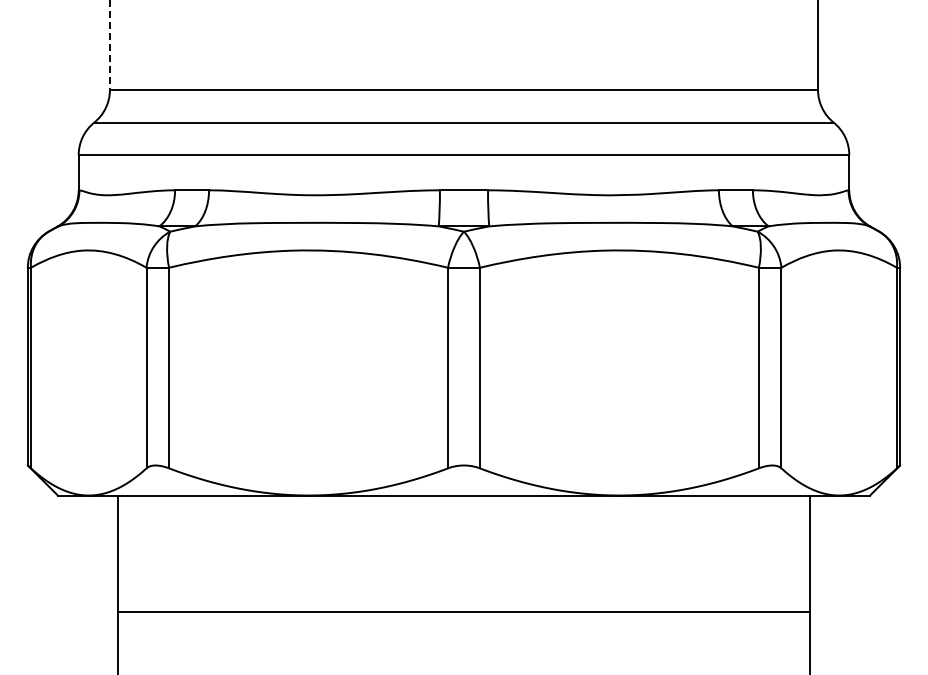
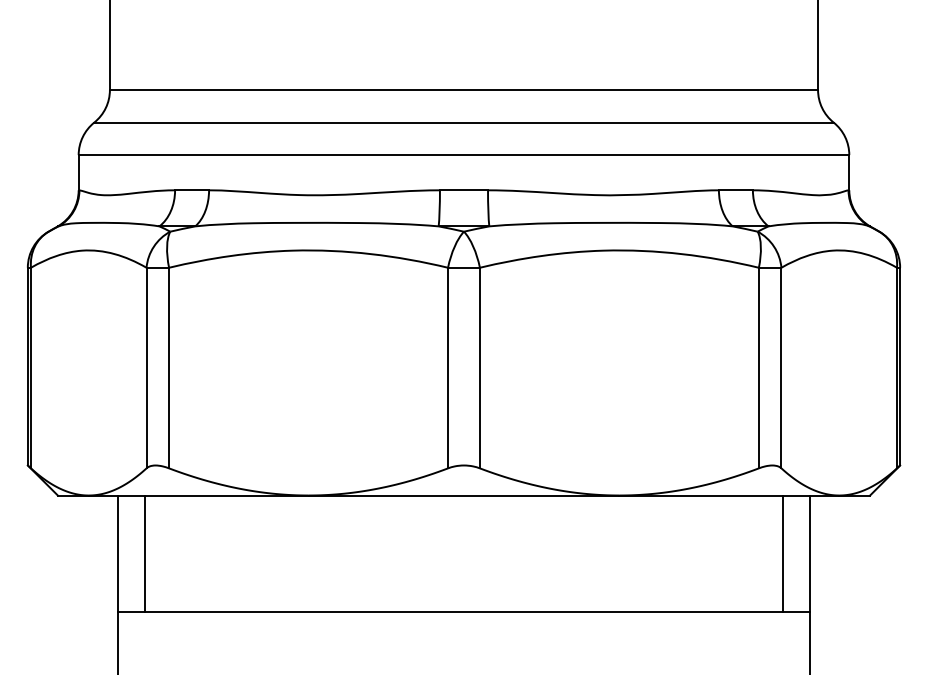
line at (109, 45): dashed -> solid
line at (144, 553): none -> present
line at (783, 553): none -> present
